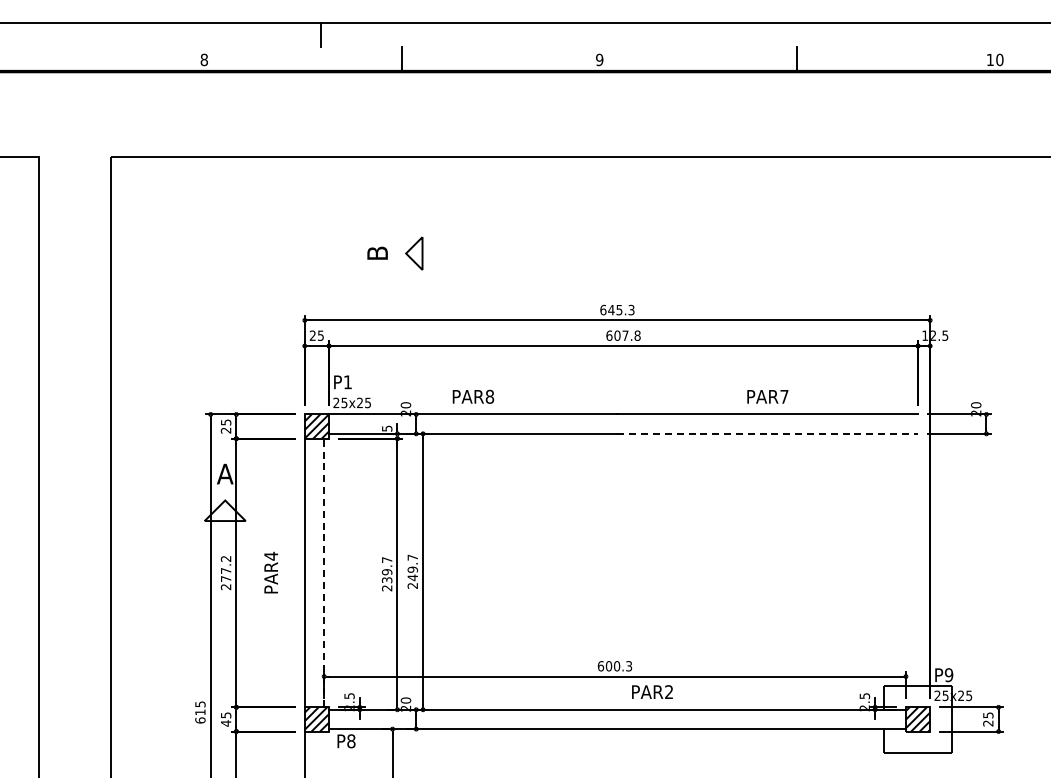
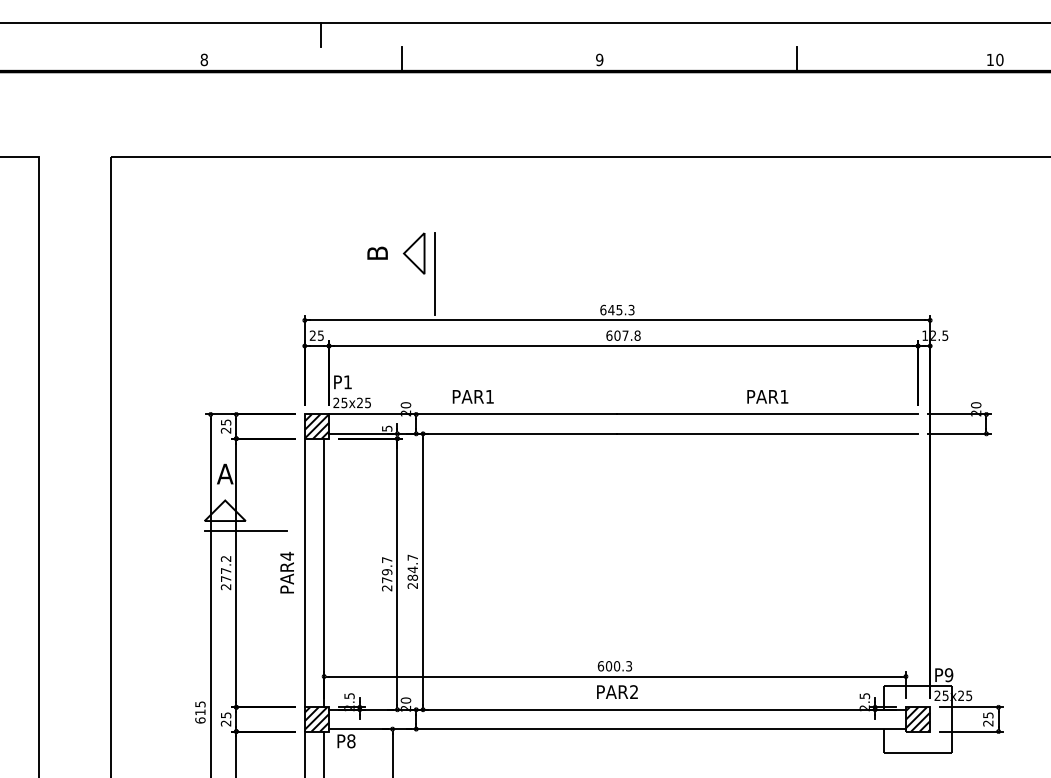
part at (414, 253) size: 19x35 px -> 23x43 px
line at (434, 274): none -> present
text at (489, 396): PAR8 -> PAR1
text at (784, 396): PAR7 -> PAR1
line at (768, 433): dashed -> solid
line at (245, 531): none -> present
text at (270, 572) position: (270, 572) -> (286, 572)
line at (324, 572): dashed -> solid
text at (412, 573): 249.7 -> 284.7
text at (386, 580): 239.7 -> 279.7
text at (652, 691) position: (652, 691) -> (617, 691)
text at (225, 723): 45 -> 25
line at (324, 752): none -> present
